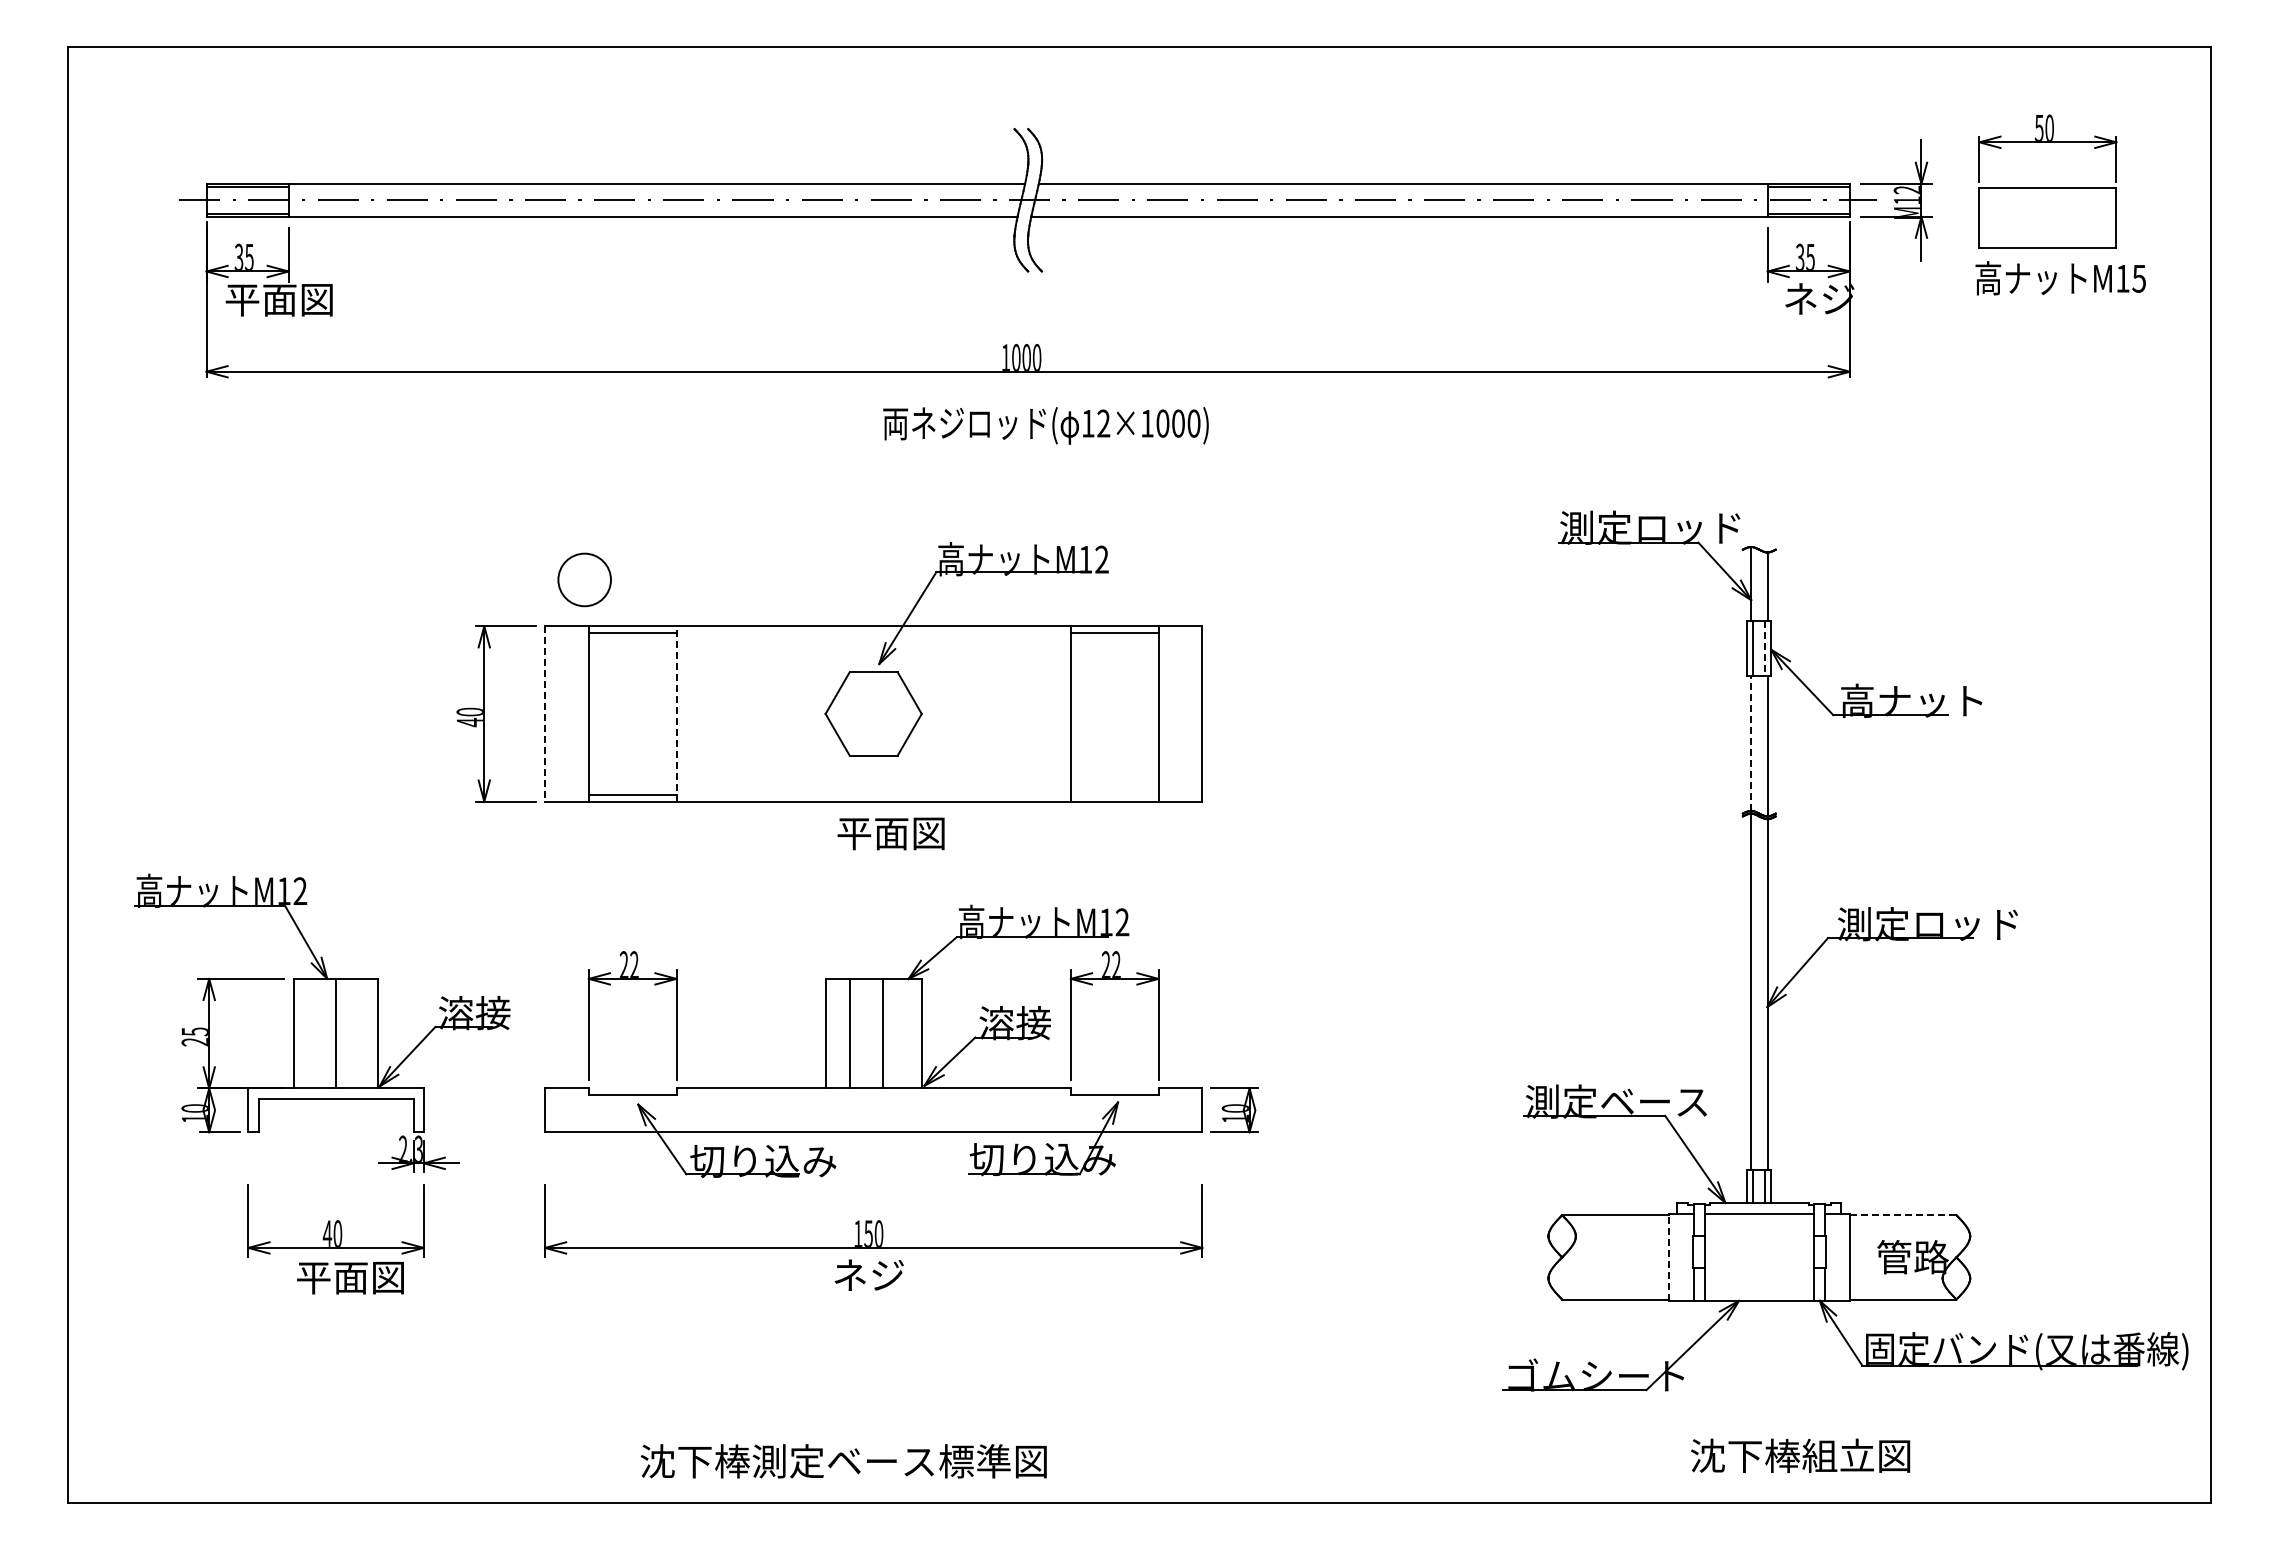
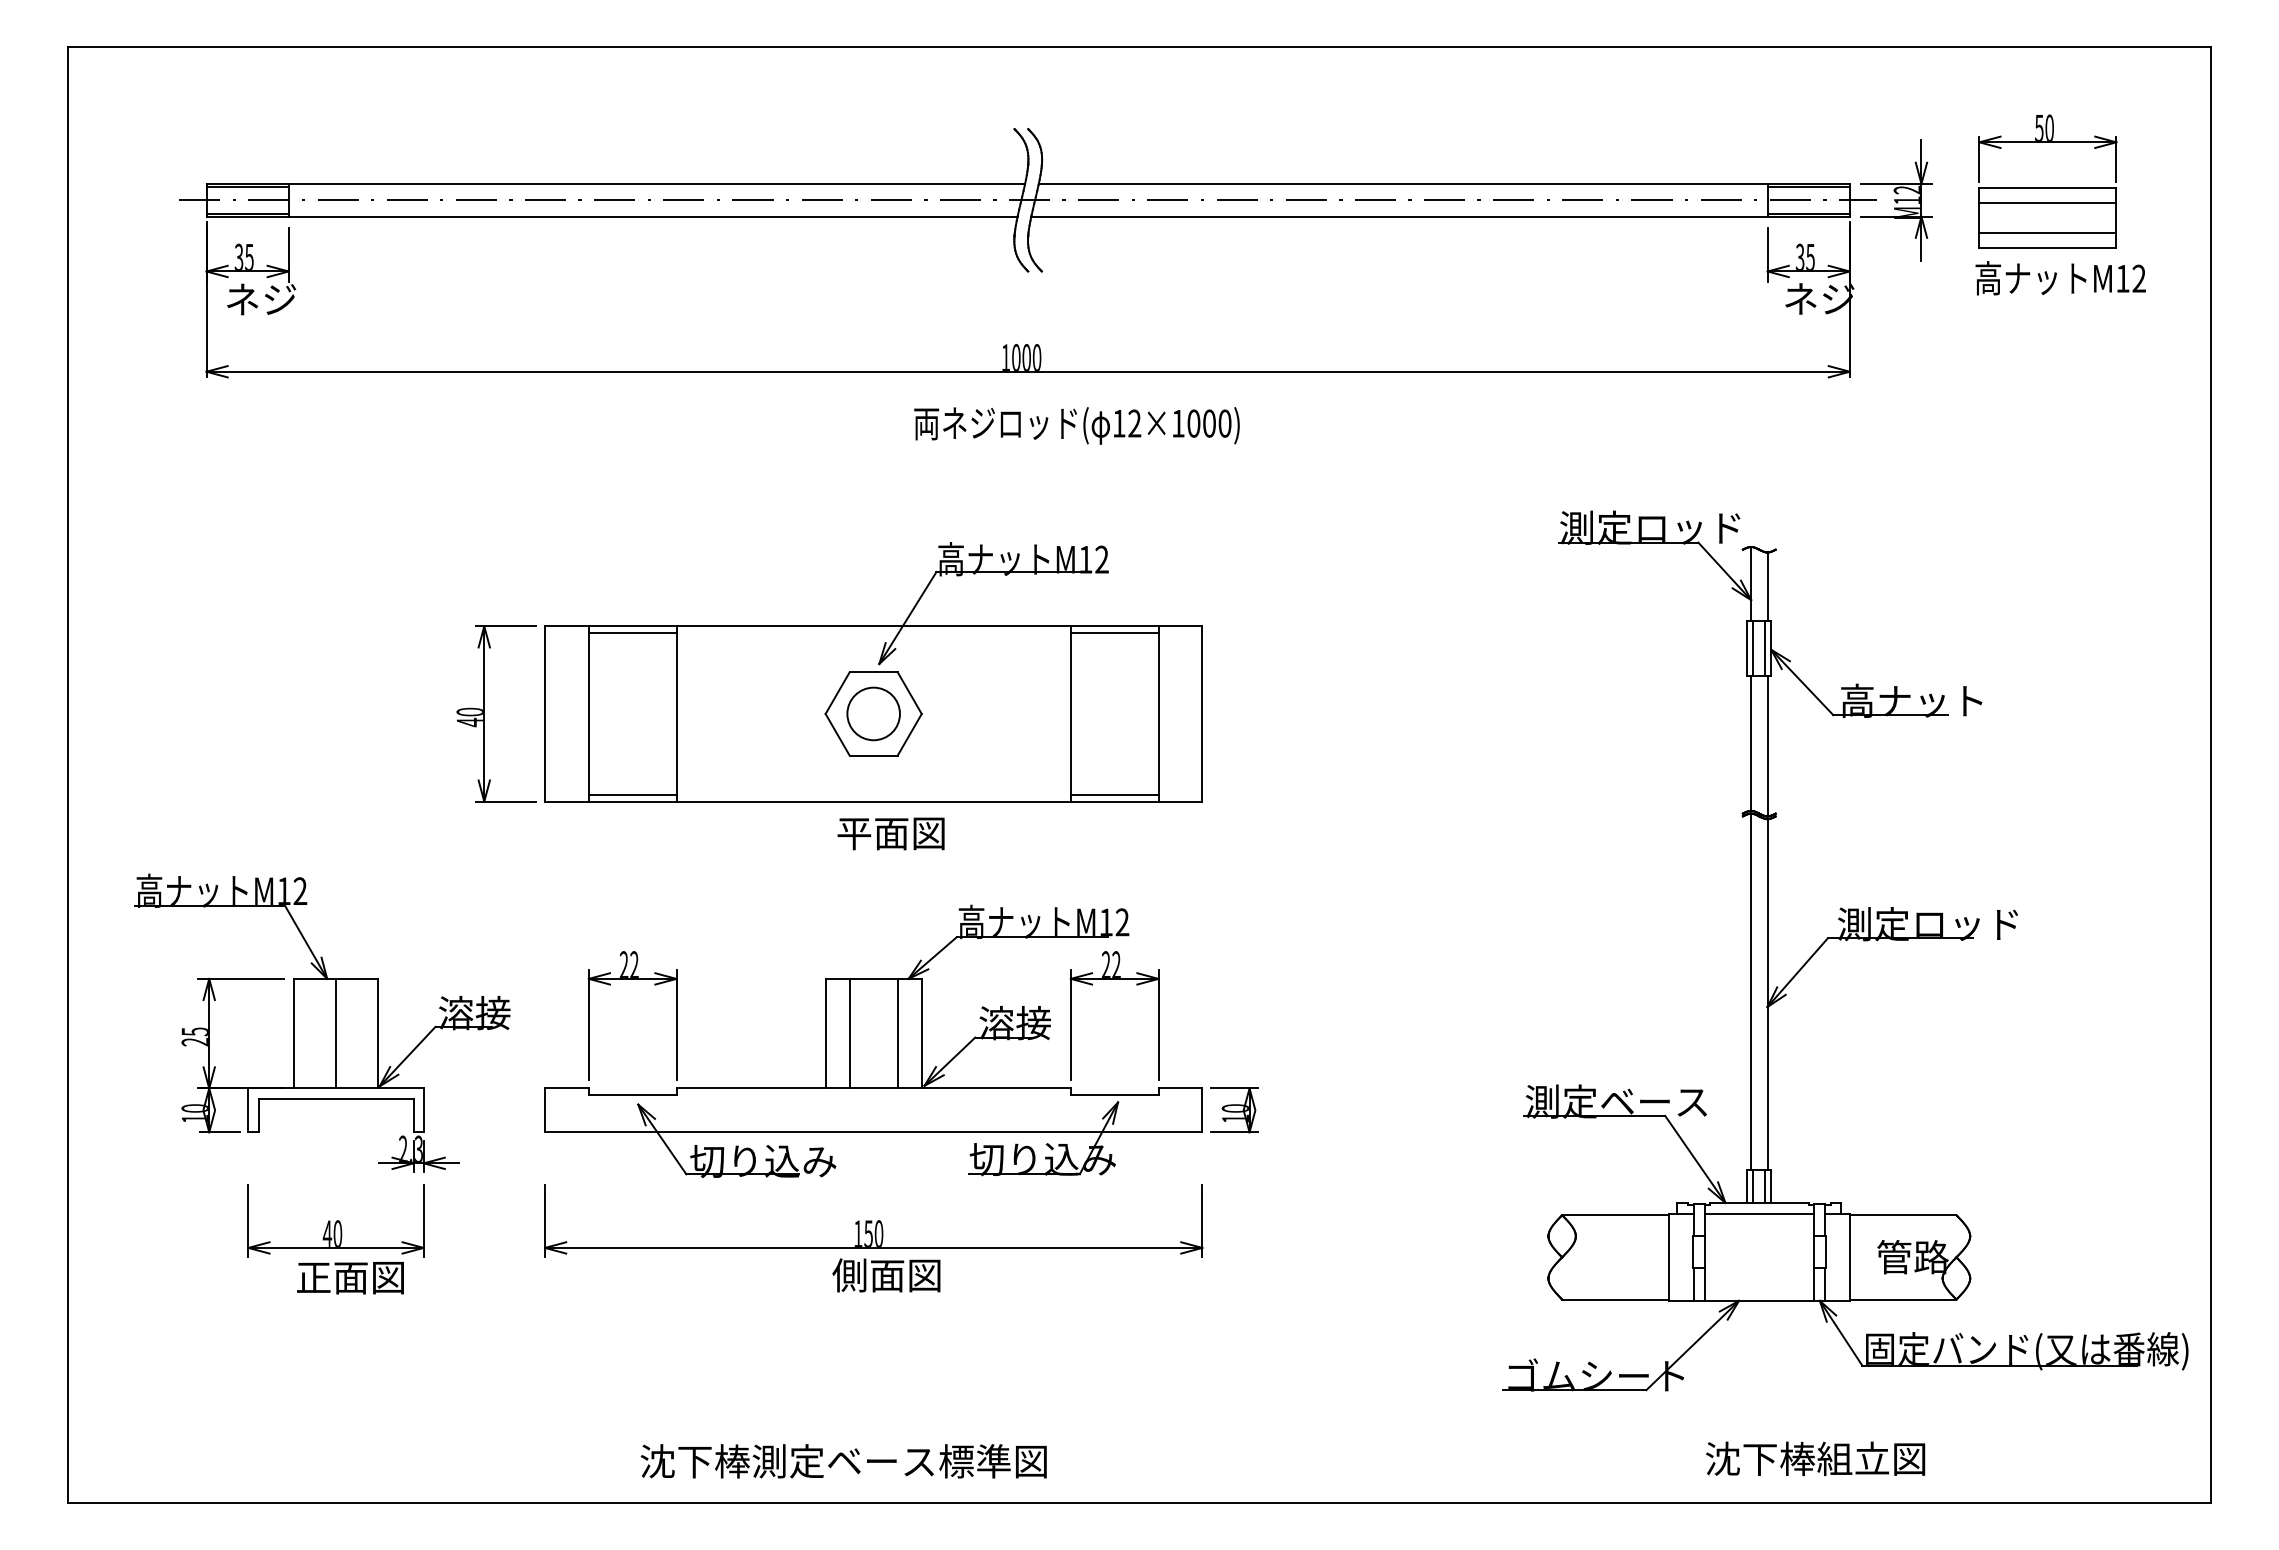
line at (2047, 202): none -> present
line at (2047, 232): none -> present
text at (2138, 278): M15 -> M12
text at (278, 299): 平面図 -> ネジ
text at (1045, 425) position: (1045, 425) -> (1076, 425)
circle at (584, 579) position: (584, 579) -> (873, 713)
line at (1765, 649): dashed -> solid
line at (545, 713): dashed -> solid
line at (676, 713): dashed -> solid
line at (1751, 742): dashed -> solid
line at (1114, 794): none -> present
line at (882, 1033) position: (882, 1033) -> (897, 1033)
line at (1903, 1215): dashed -> solid
line at (1669, 1258): dashed -> solid
text at (886, 1275): ネジ -> 側面図
text at (313, 1278): 平面図 -> 正面図
text at (1800, 1455) position: (1800, 1455) -> (1815, 1458)
